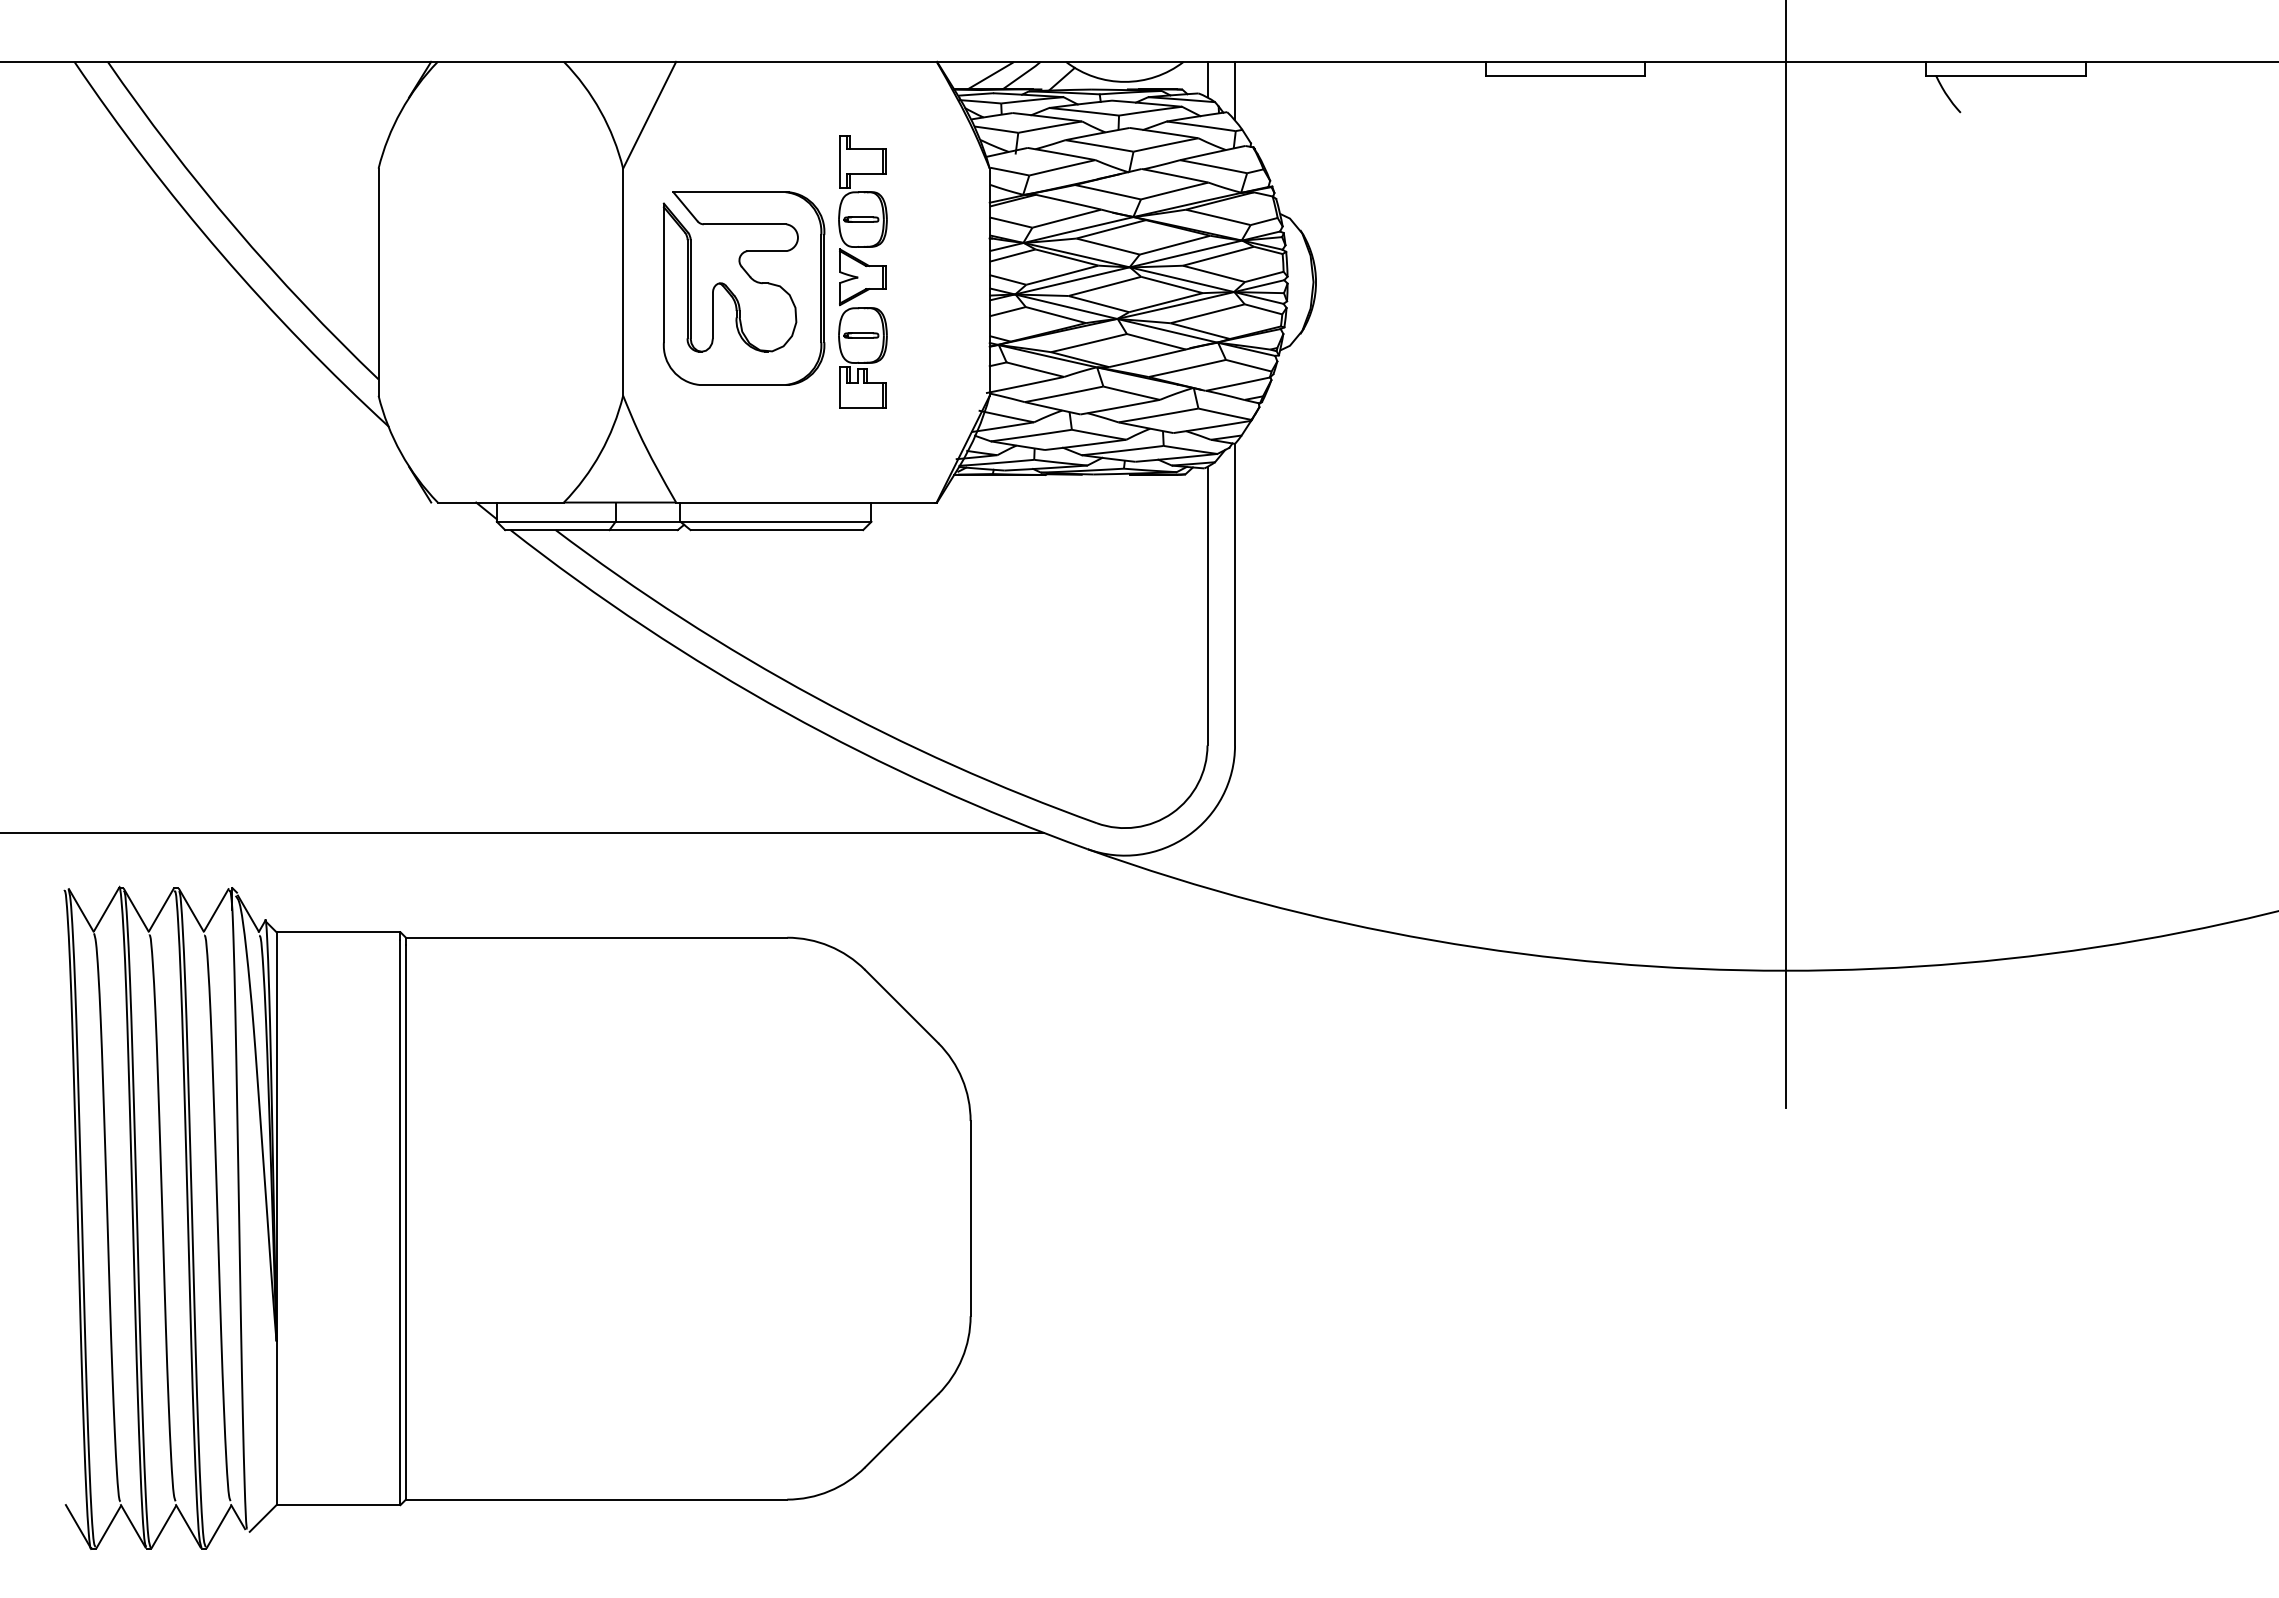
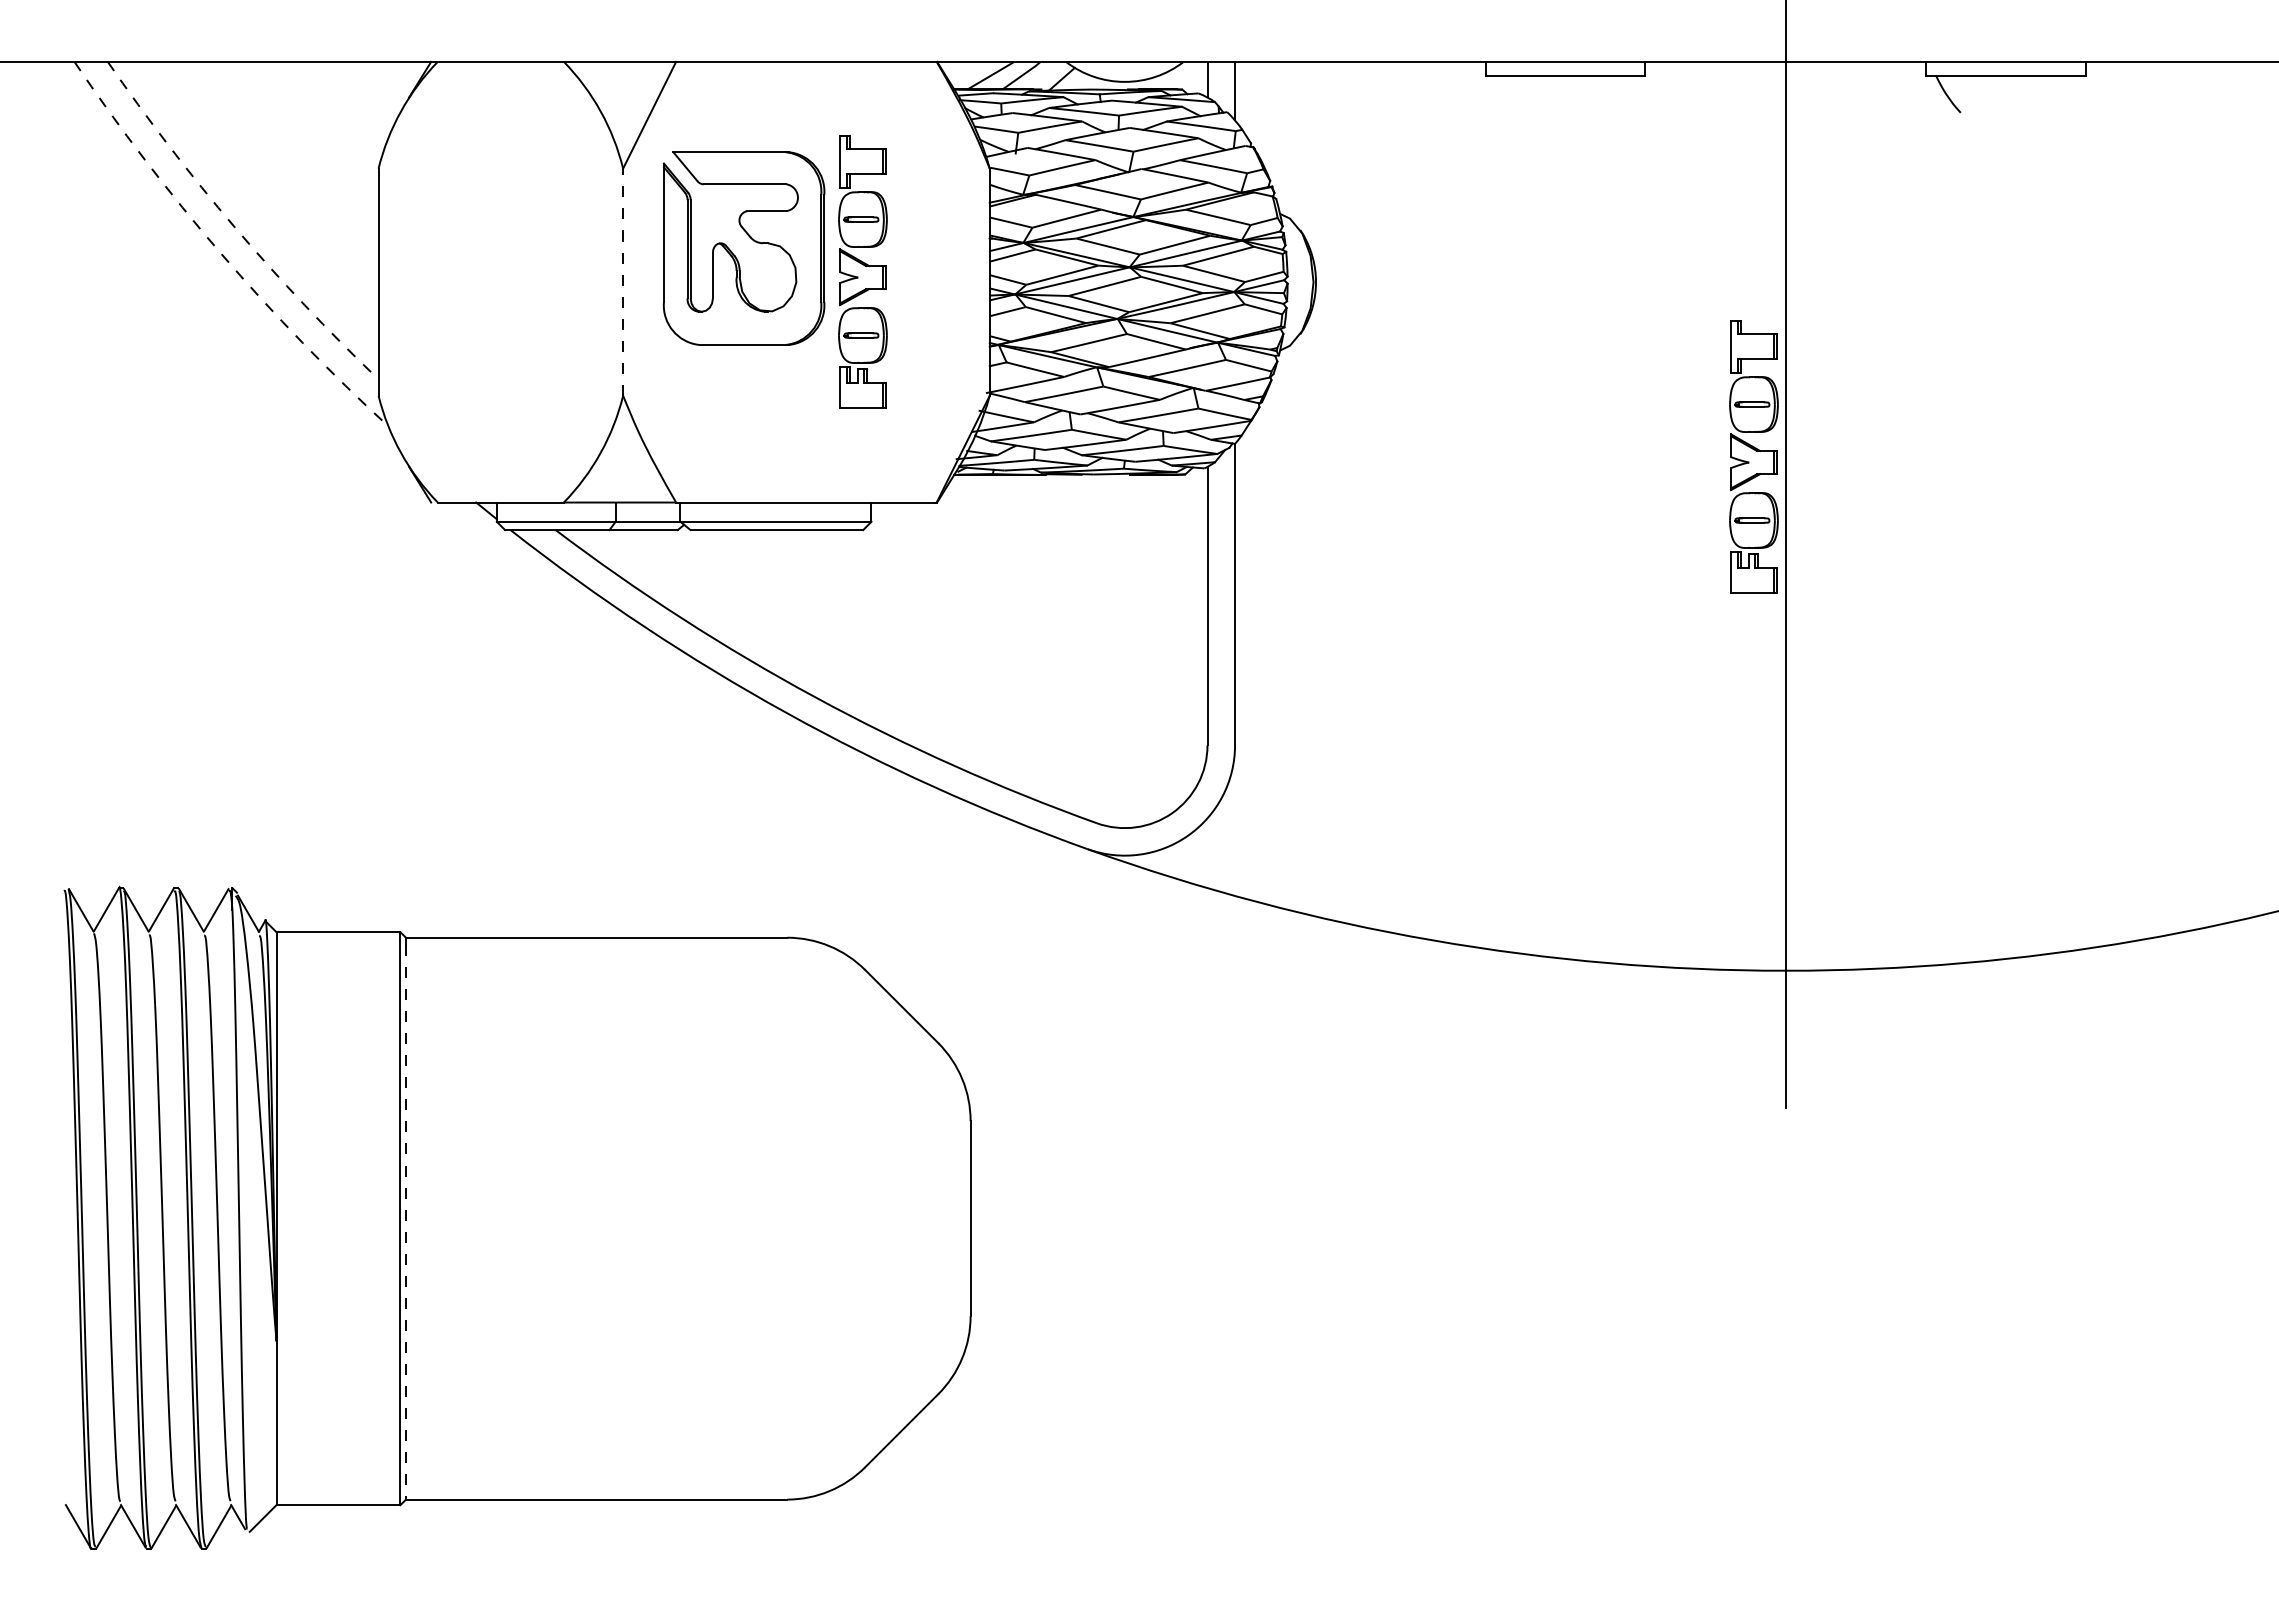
arc at (235, 227): solid -> dashed
arc at (221, 253): solid -> dashed
line at (623, 282): solid -> dashed
part at (735, 295) position: (735, 295) -> (735, 255)
part at (1753, 456): none -> present
line at (523, 833): present -> none
line at (405, 1222): solid -> dashed
